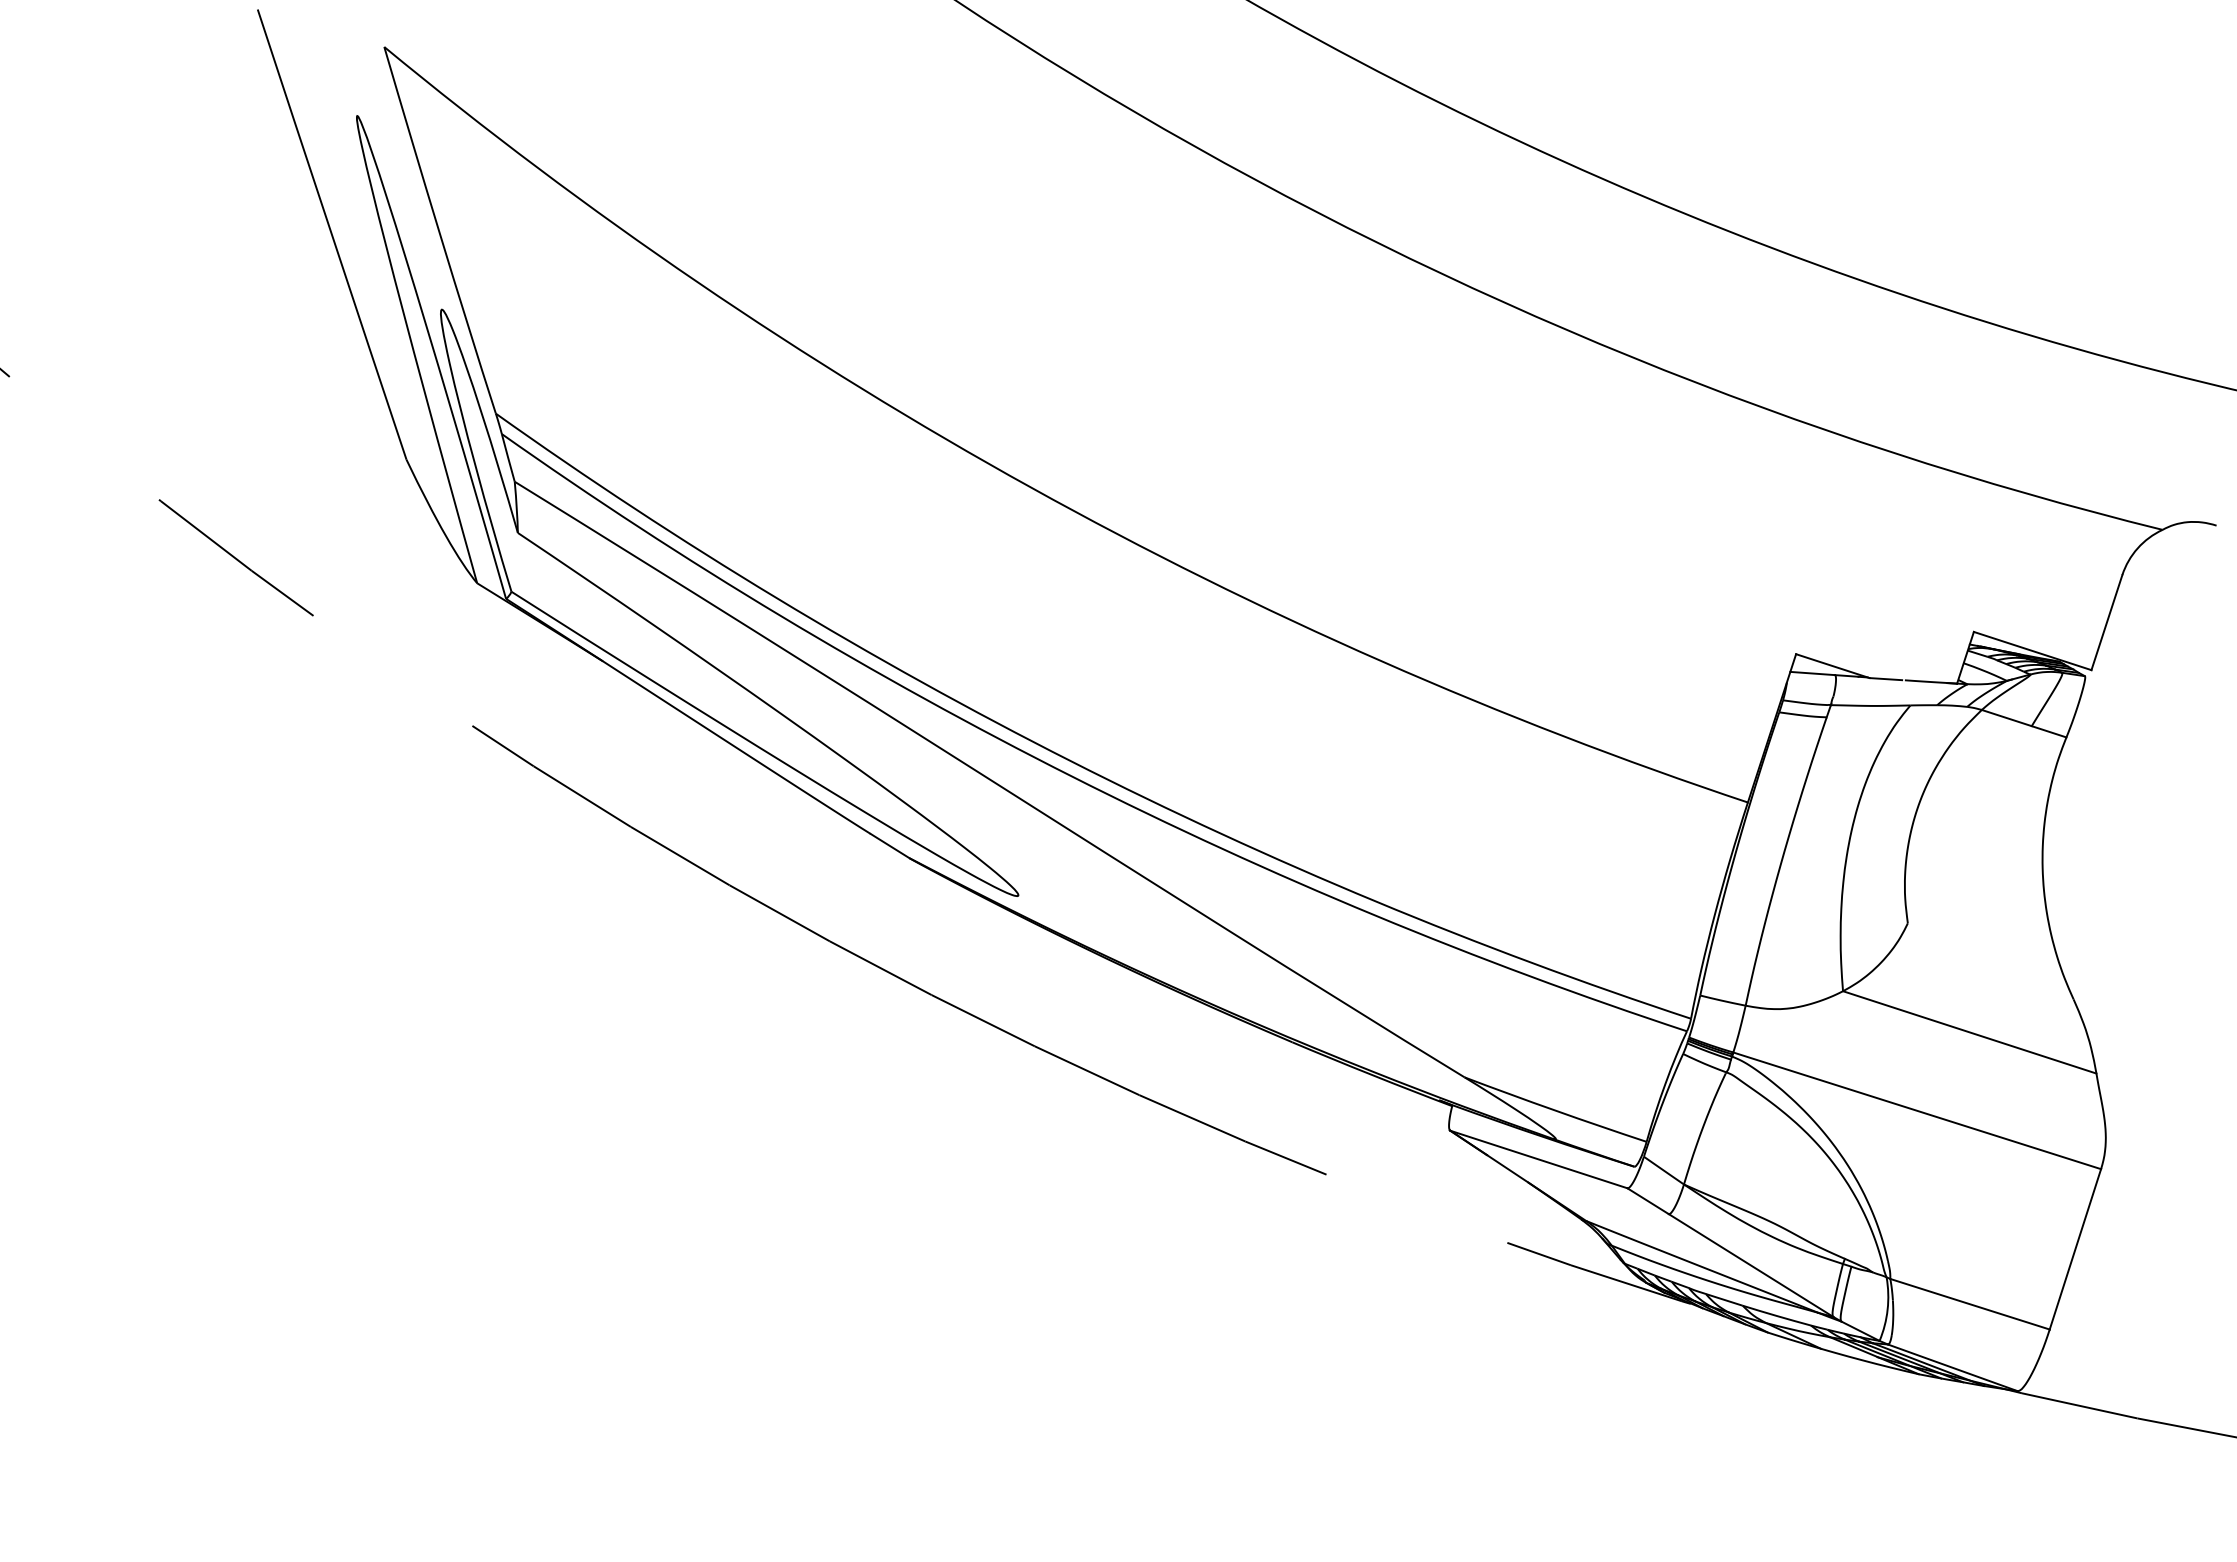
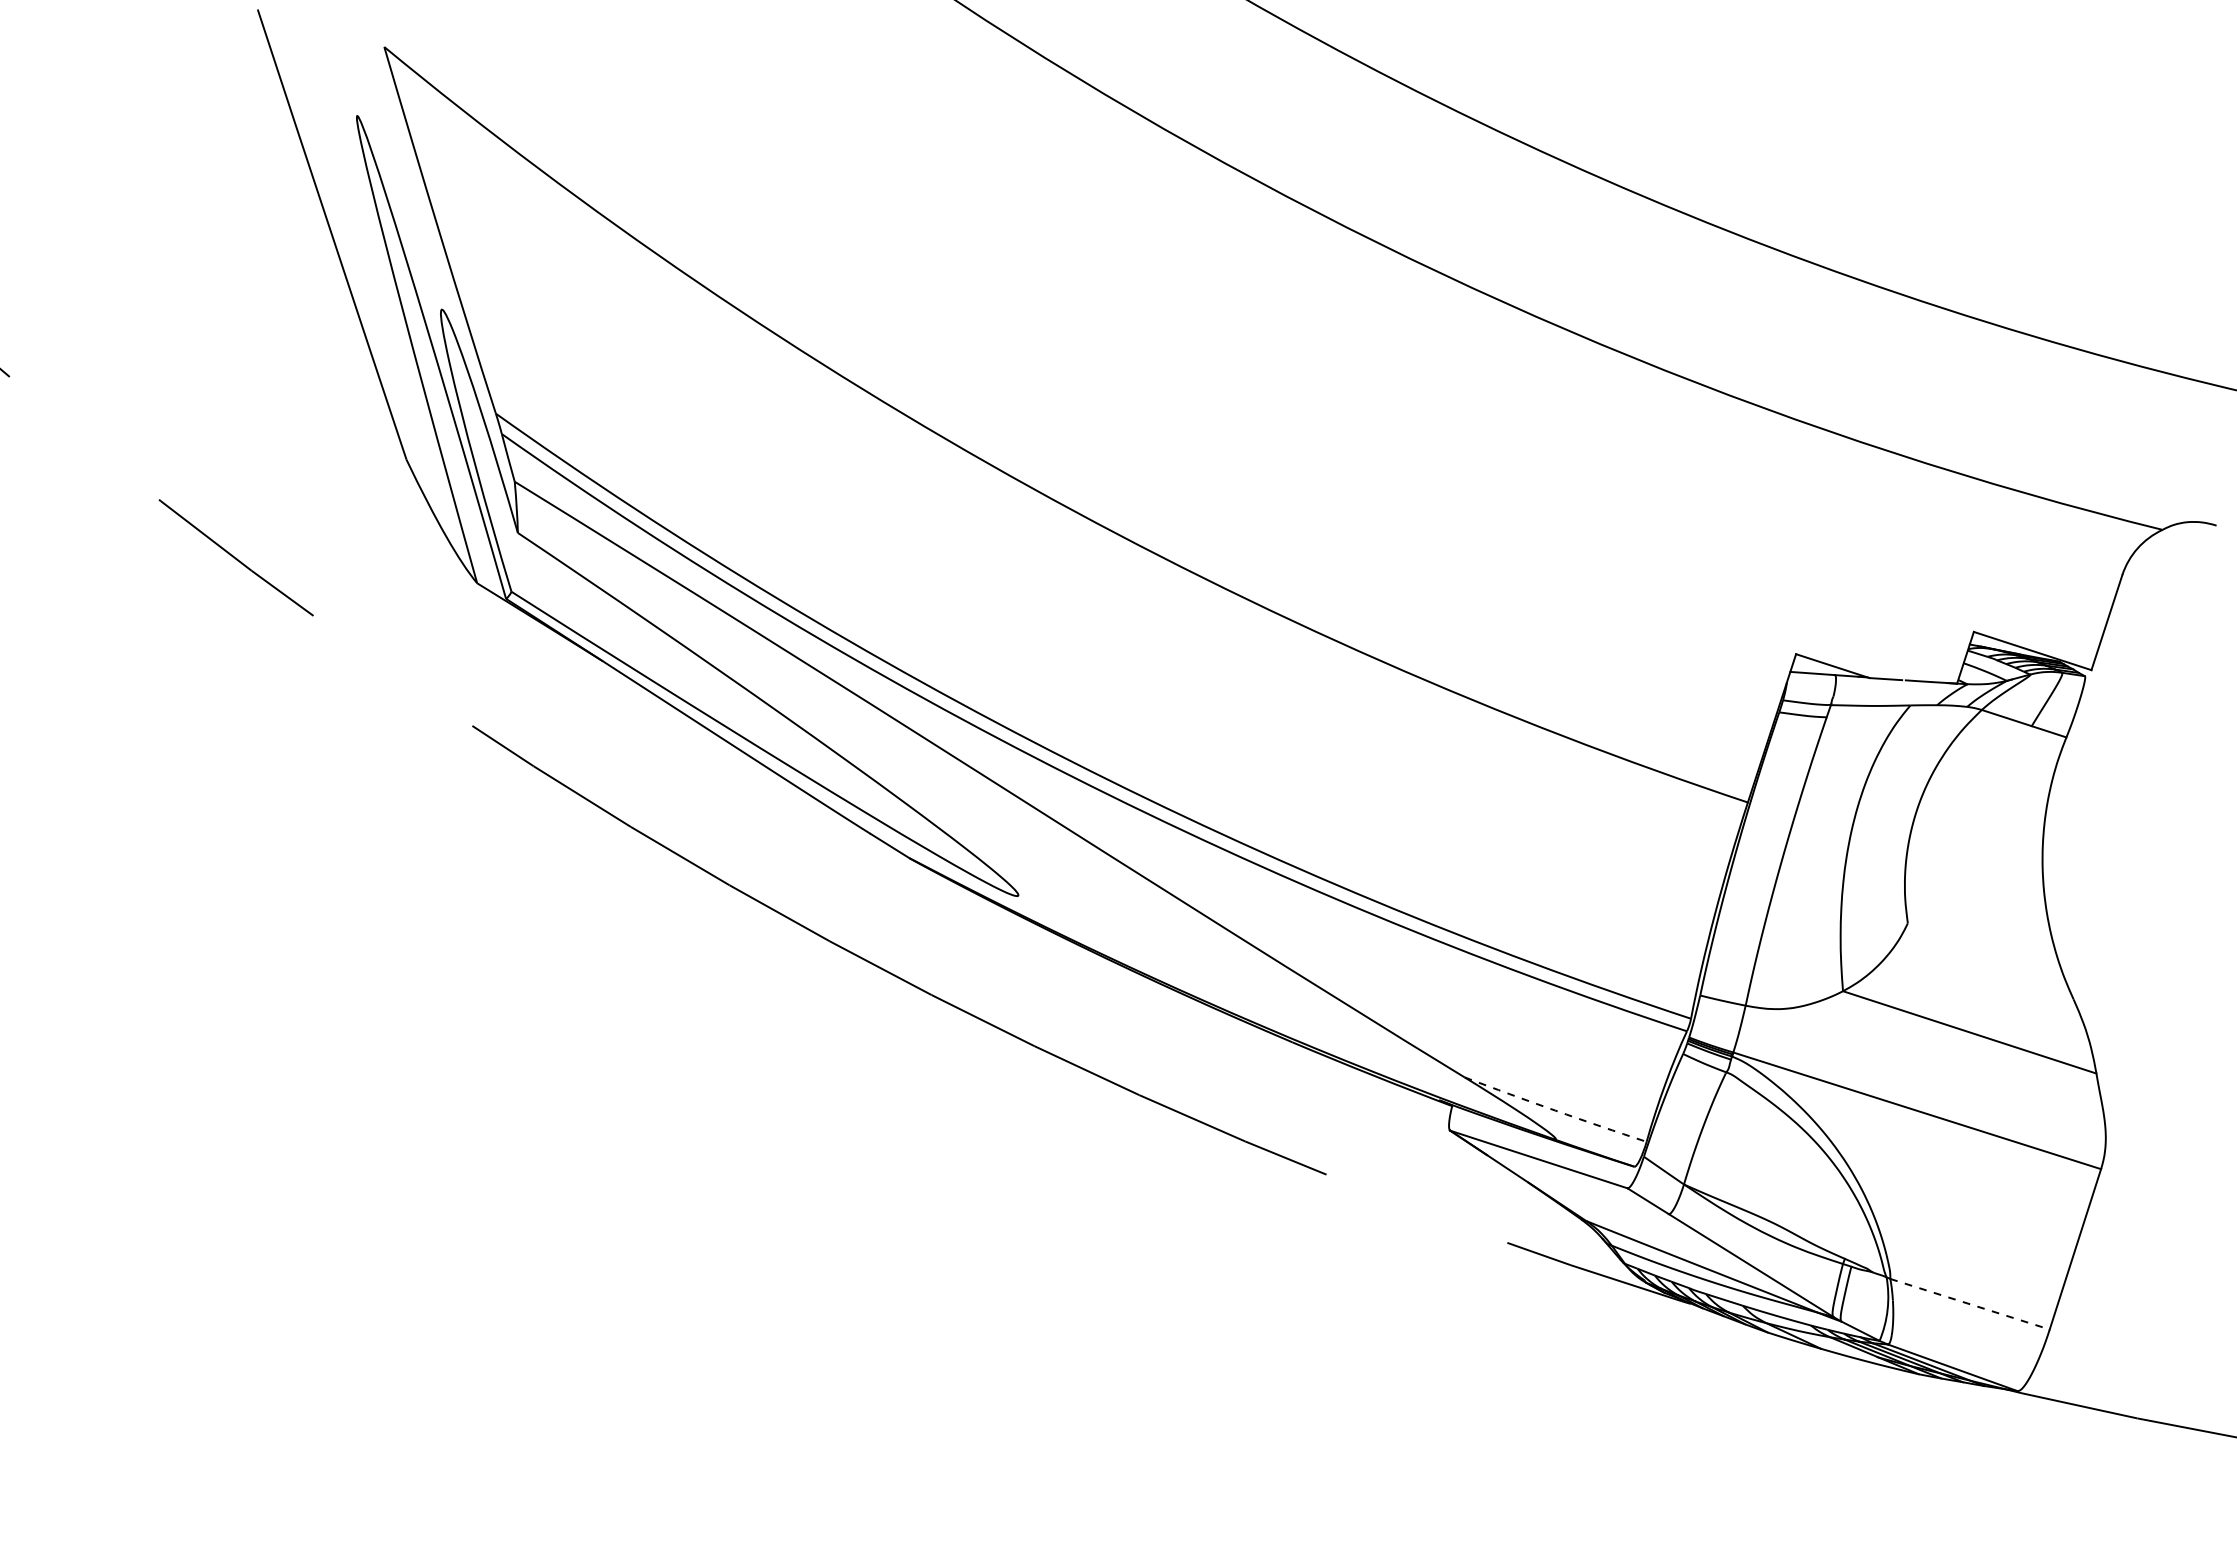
arc at (1555, 1110): solid -> dashed
line at (1970, 1304): solid -> dashed
